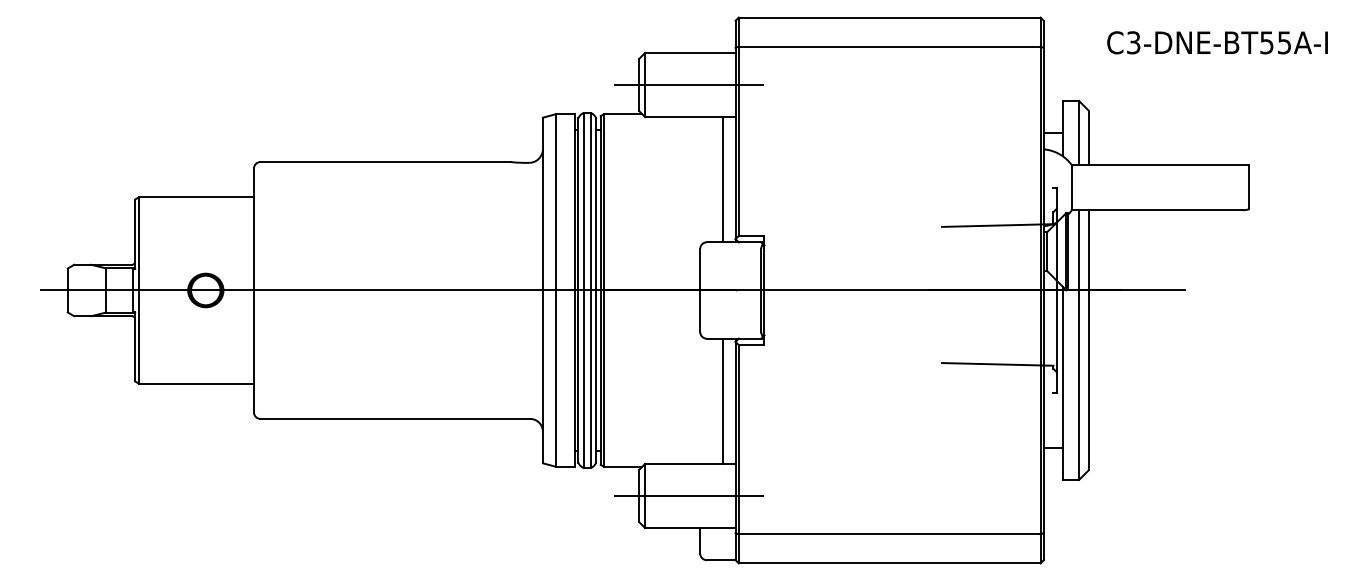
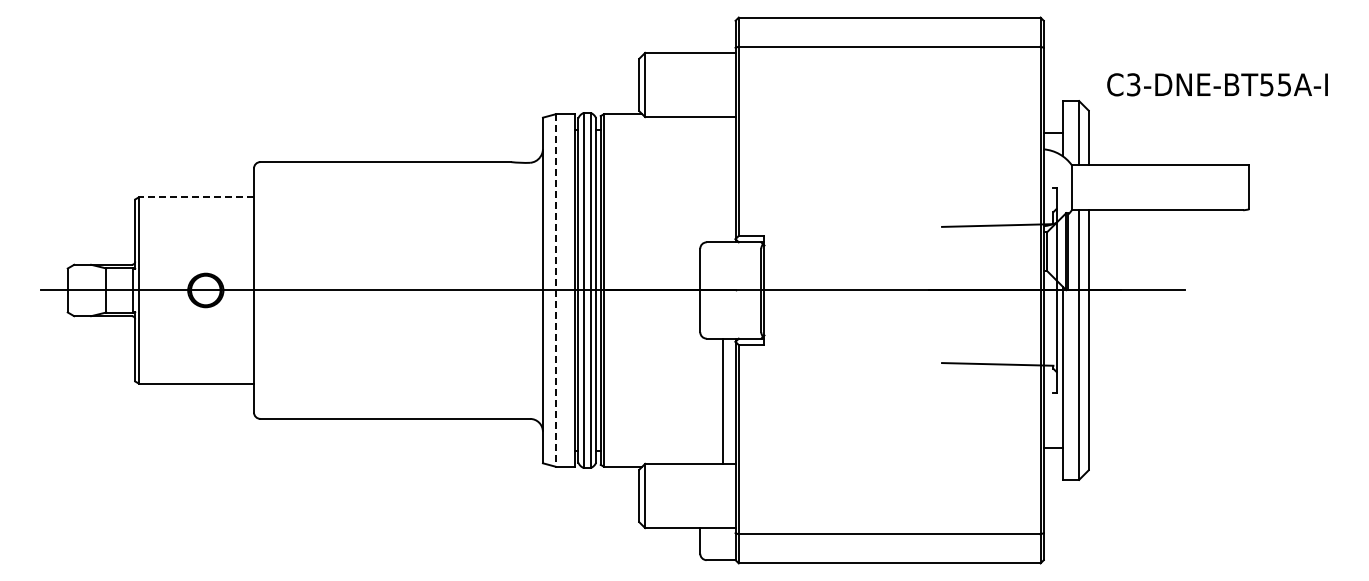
text at (1217, 42) position: (1217, 42) -> (1217, 84)
line at (688, 85): present -> none
line at (722, 179): present -> none
line at (196, 197): solid -> dashed
line at (555, 290): solid -> dashed
line at (688, 495): present -> none
